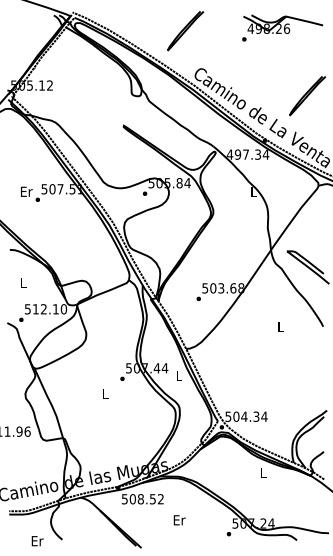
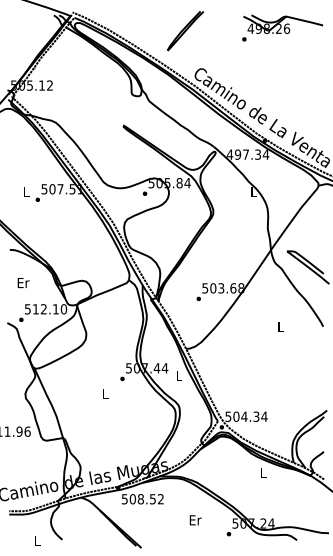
curve at (307, 96): present -> none
text at (26, 191): Er -> L
text at (23, 283): L -> Er
text at (179, 520) position: (179, 520) -> (195, 520)
text at (37, 541): Er -> L
